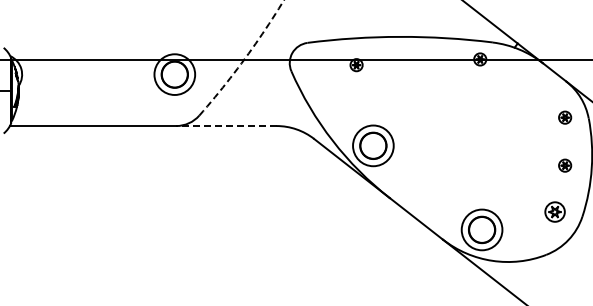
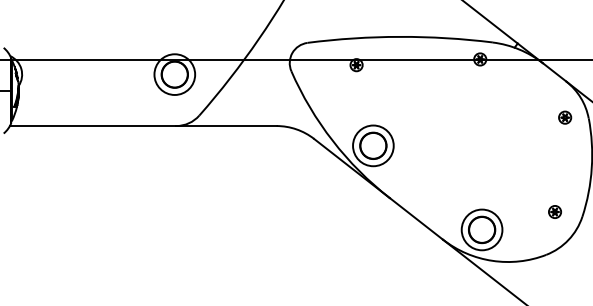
arc at (244, 58): dashed -> solid
line at (225, 126): dashed -> solid
part at (565, 165): present -> none
part at (554, 211) size: 22x22 px -> 14x14 px
